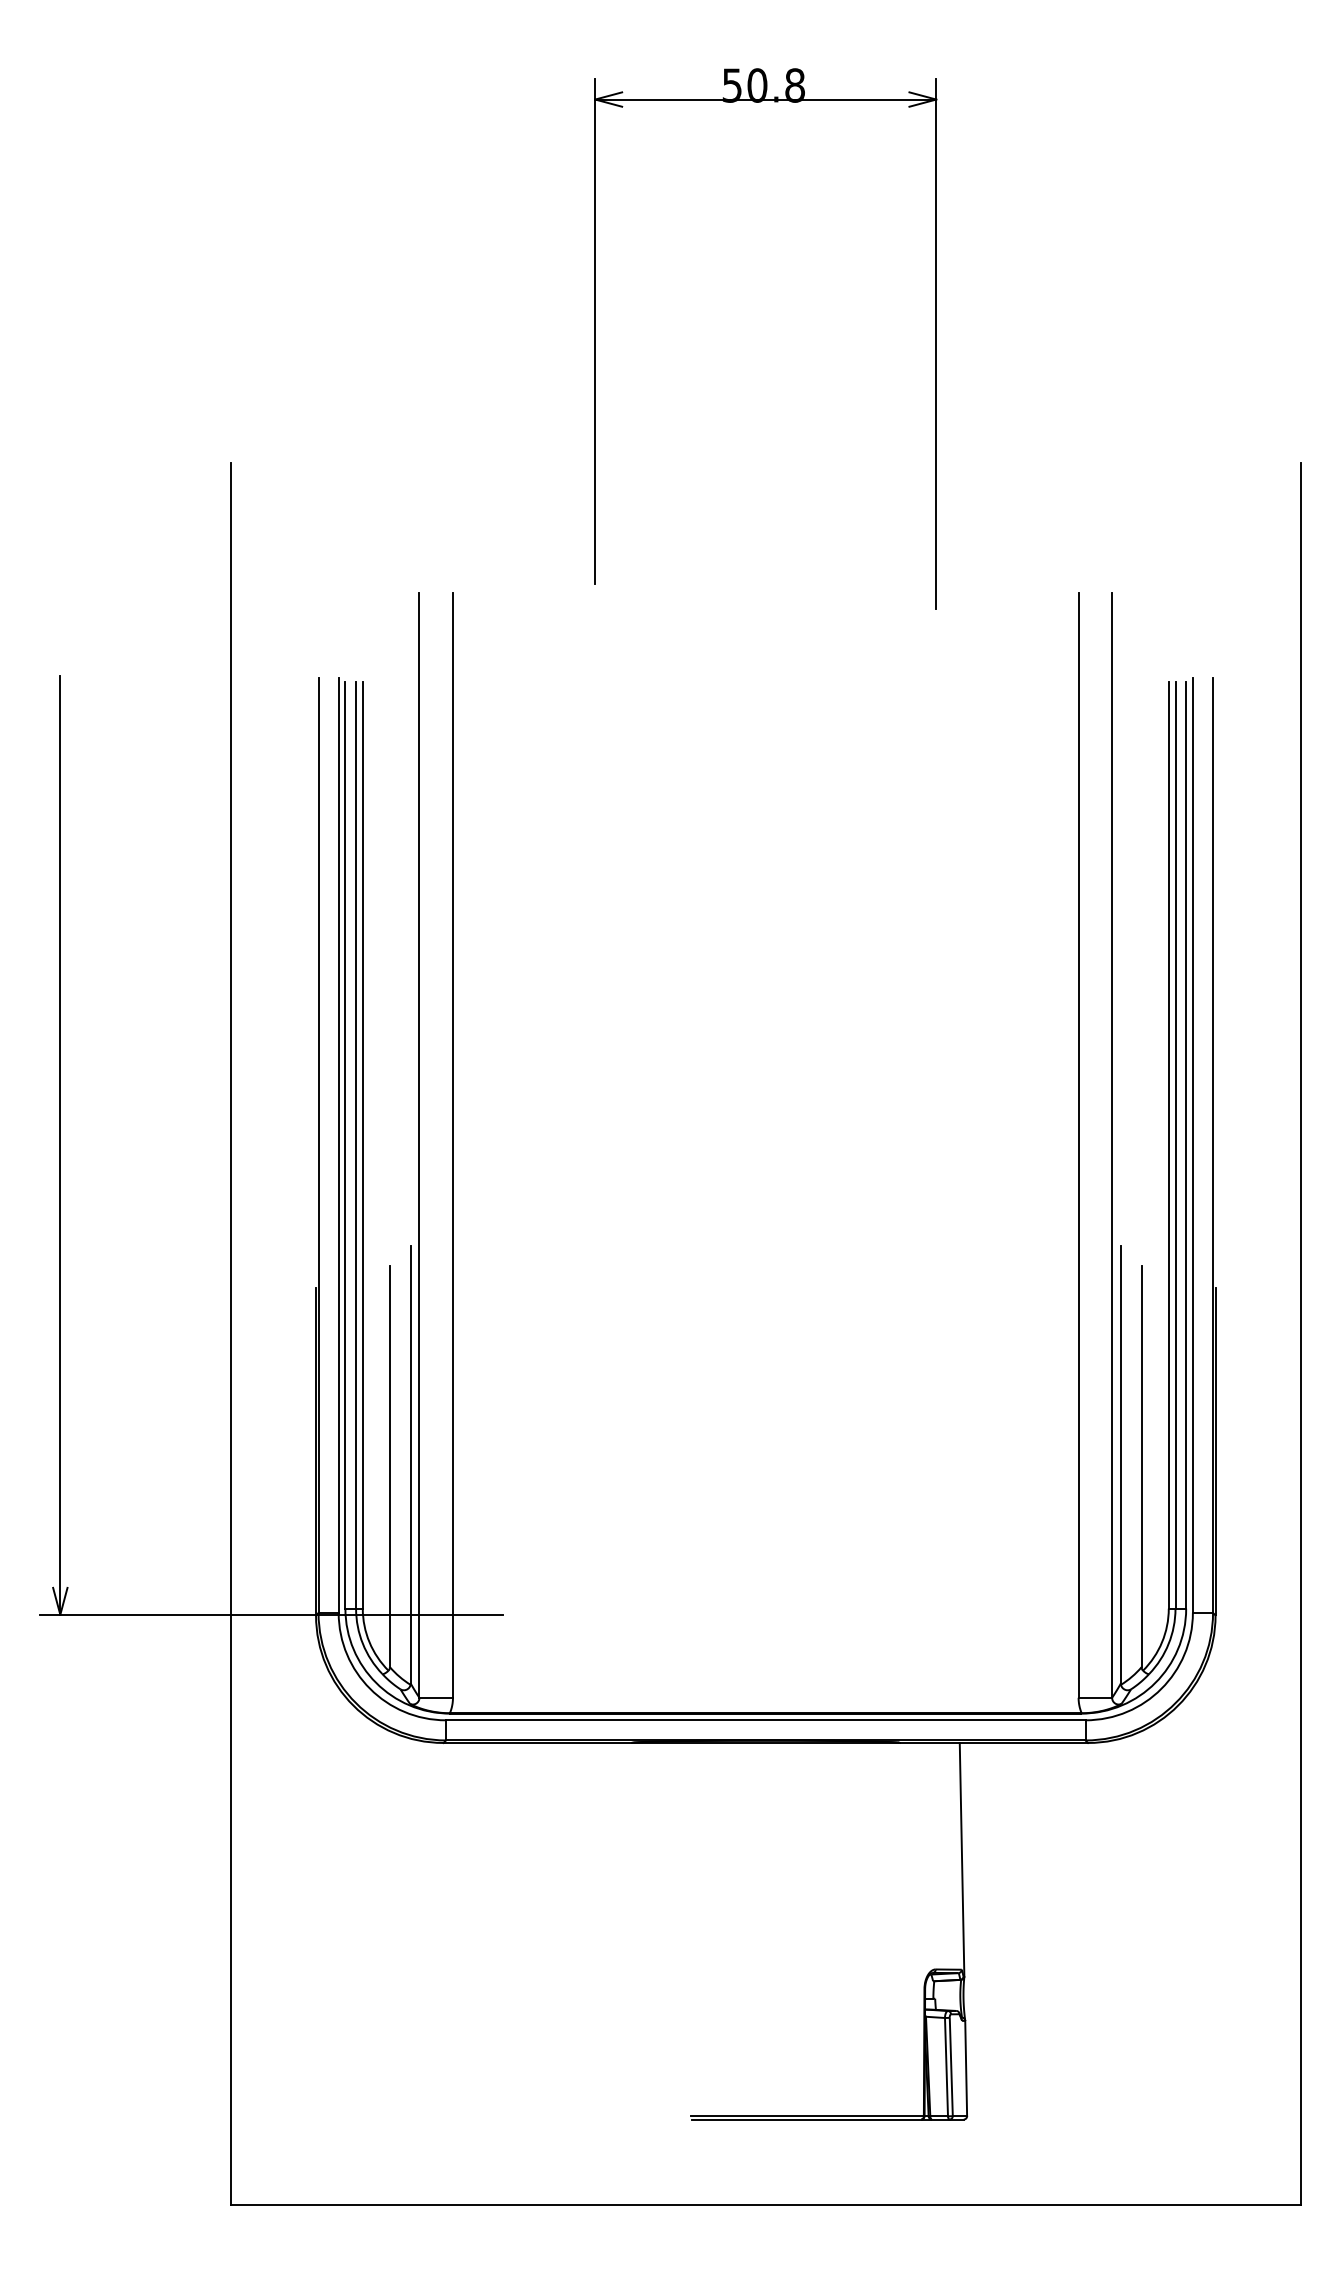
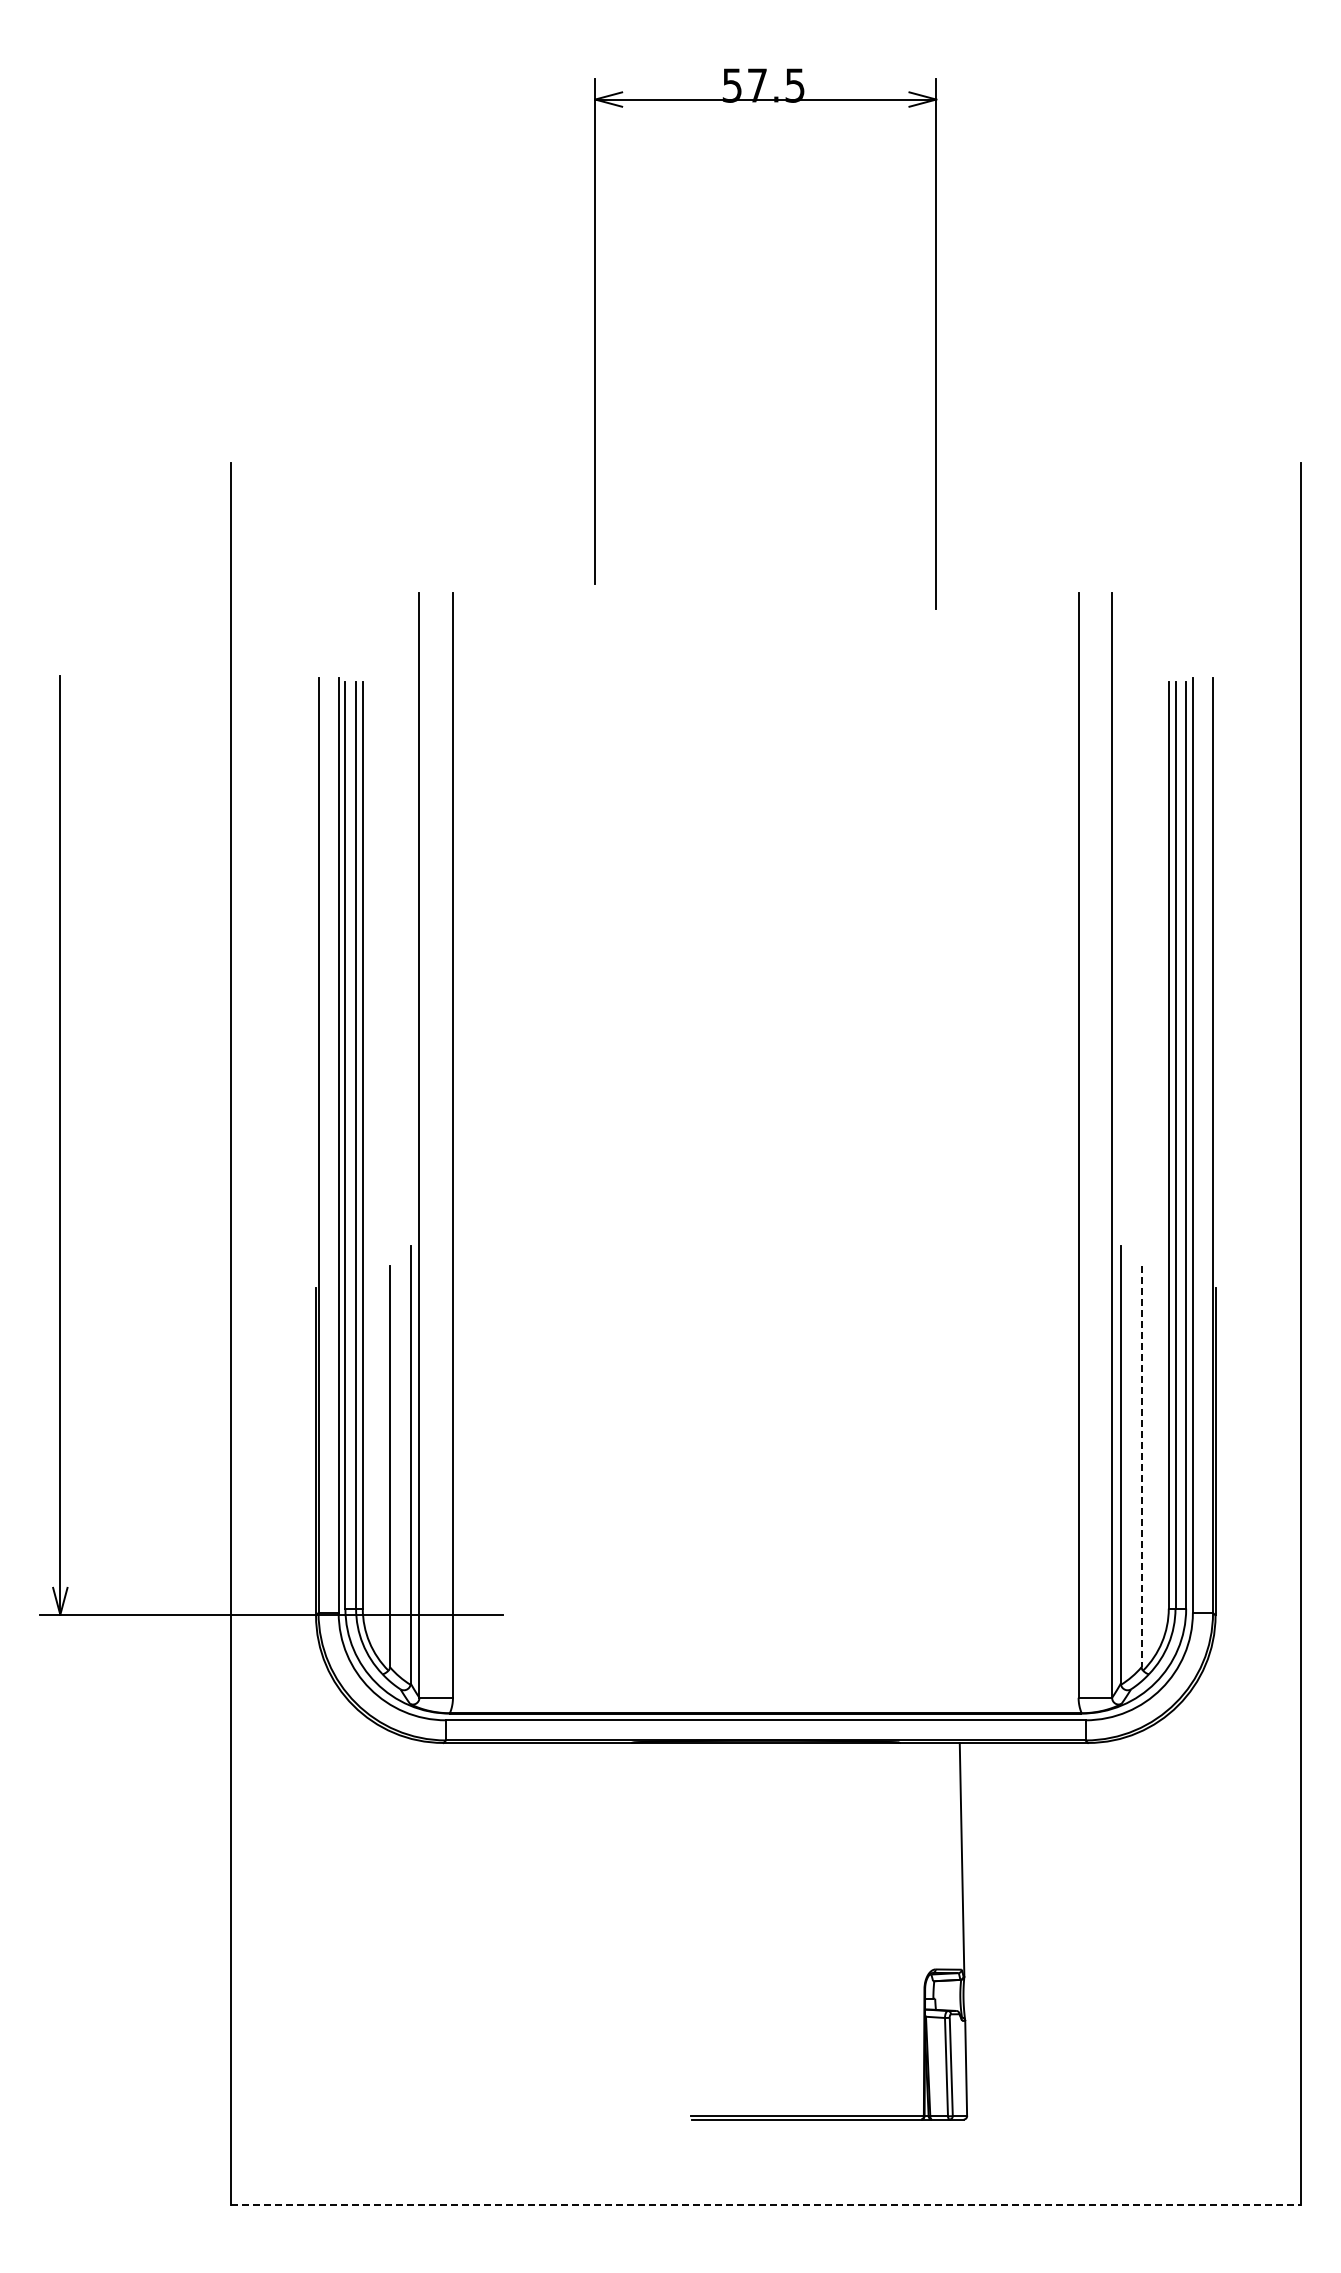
text at (775, 85): 50.8 -> 57.5
line at (1141, 1467): solid -> dashed
line at (766, 2204): solid -> dashed
